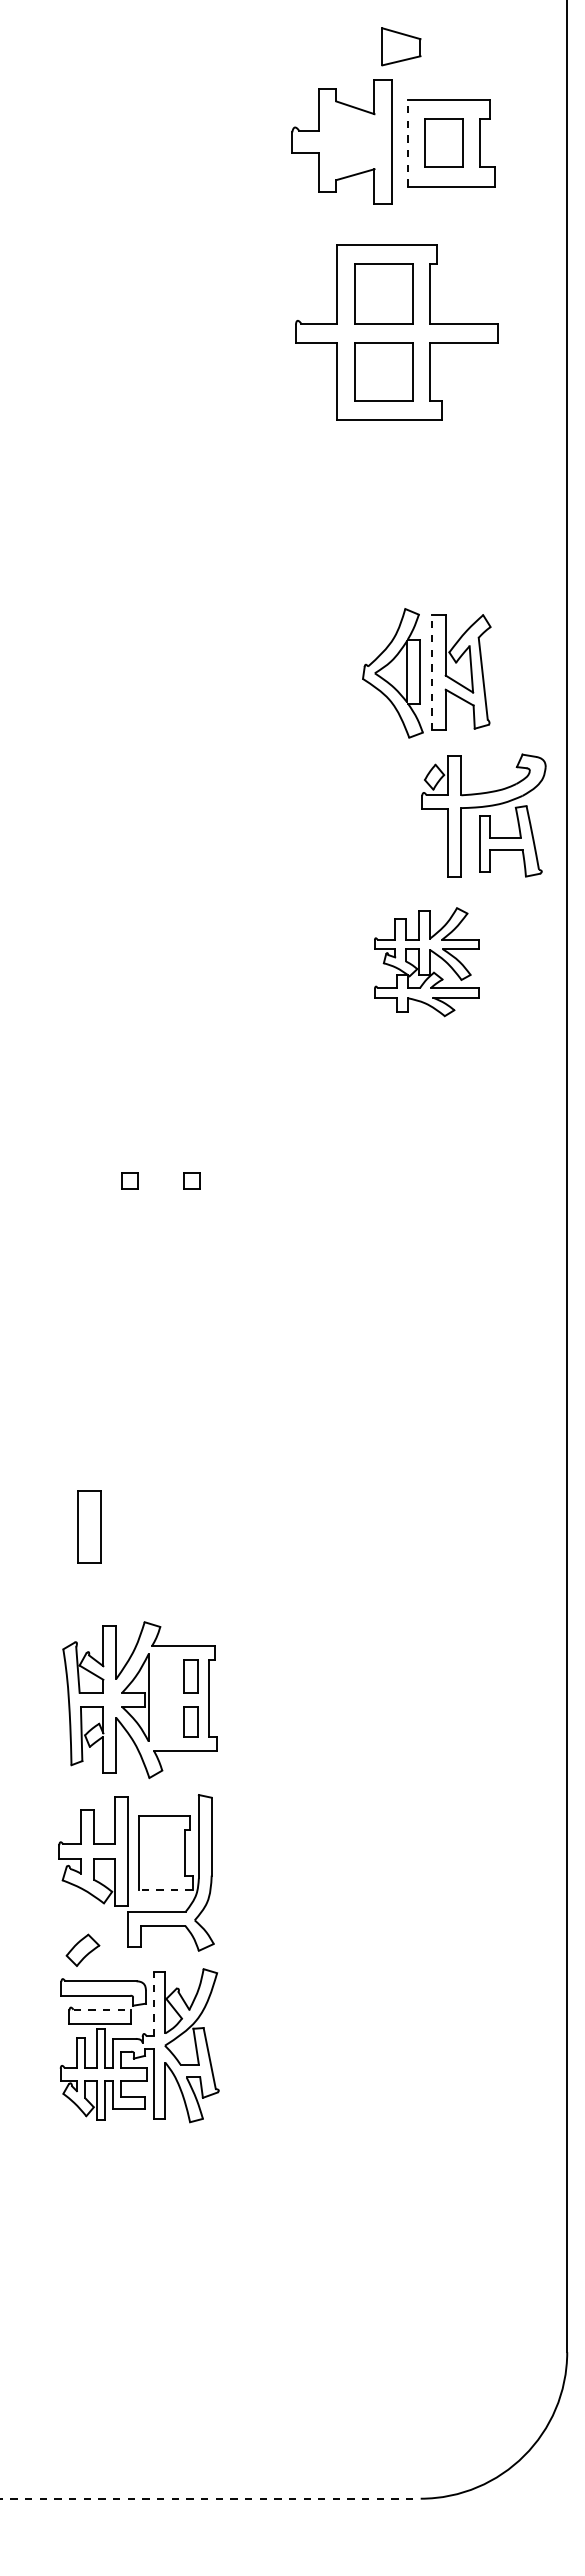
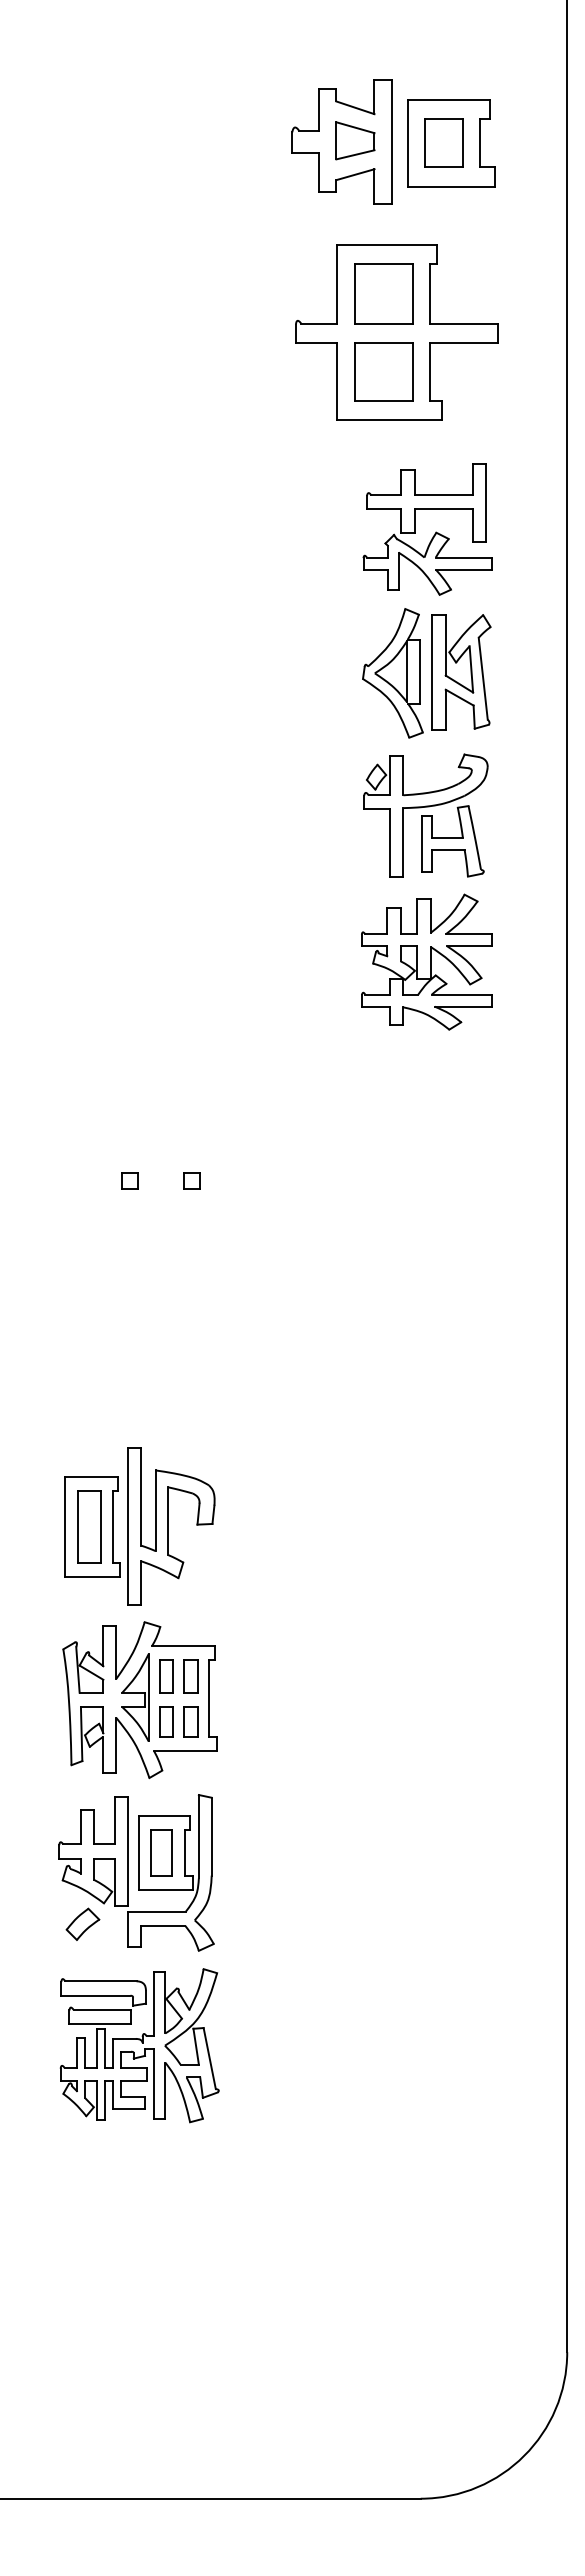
part at (401, 46) position: (401, 46) -> (355, 140)
line at (407, 142): dashed -> solid
part at (434, 533): none -> present
line at (432, 672): dashed -> solid
part at (483, 815) position: (483, 815) -> (425, 815)
part at (426, 962) size: 106x111 px -> 132x138 px
part at (139, 1526): none -> present
part at (166, 1676): none -> present
part at (166, 1721): none -> present
part at (161, 1852): none -> present
line at (165, 1890): dashed -> solid
part at (82, 1949) position: (82, 1949) -> (82, 1923)
line at (154, 2003): dashed -> solid
line at (102, 2009): dashed -> solid
line at (210, 2498): dashed -> solid
